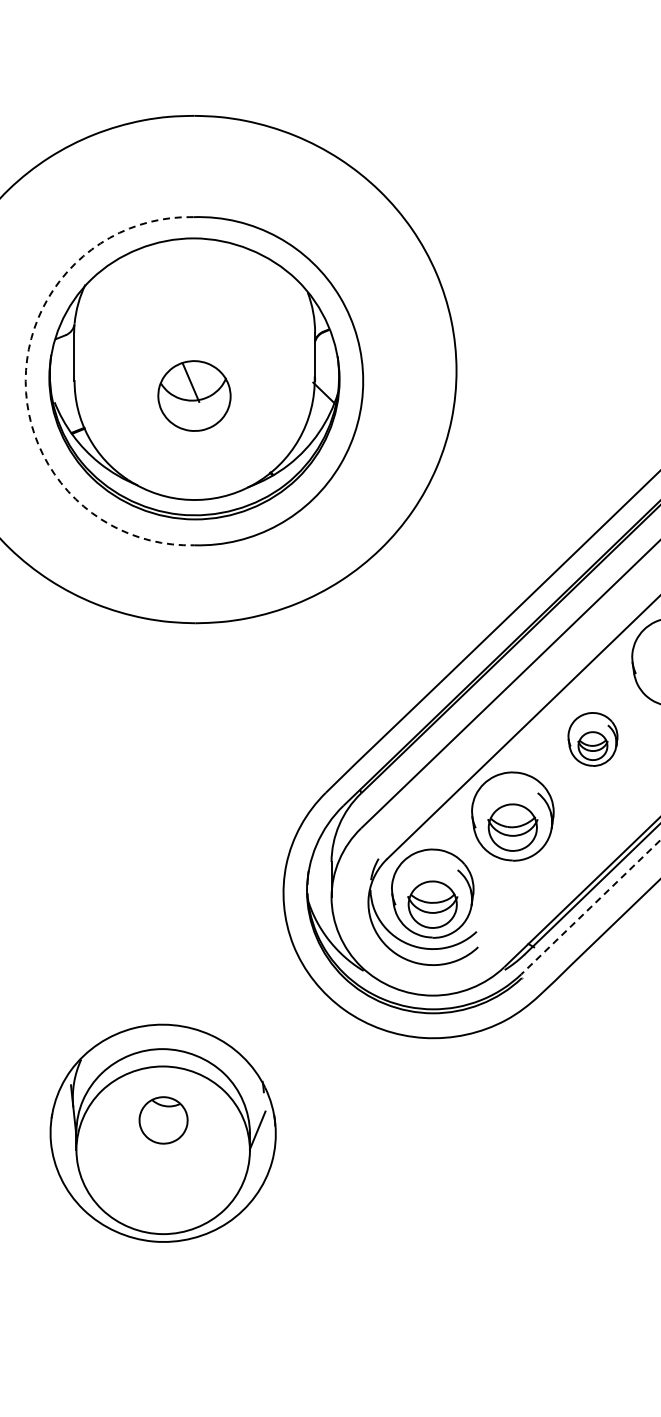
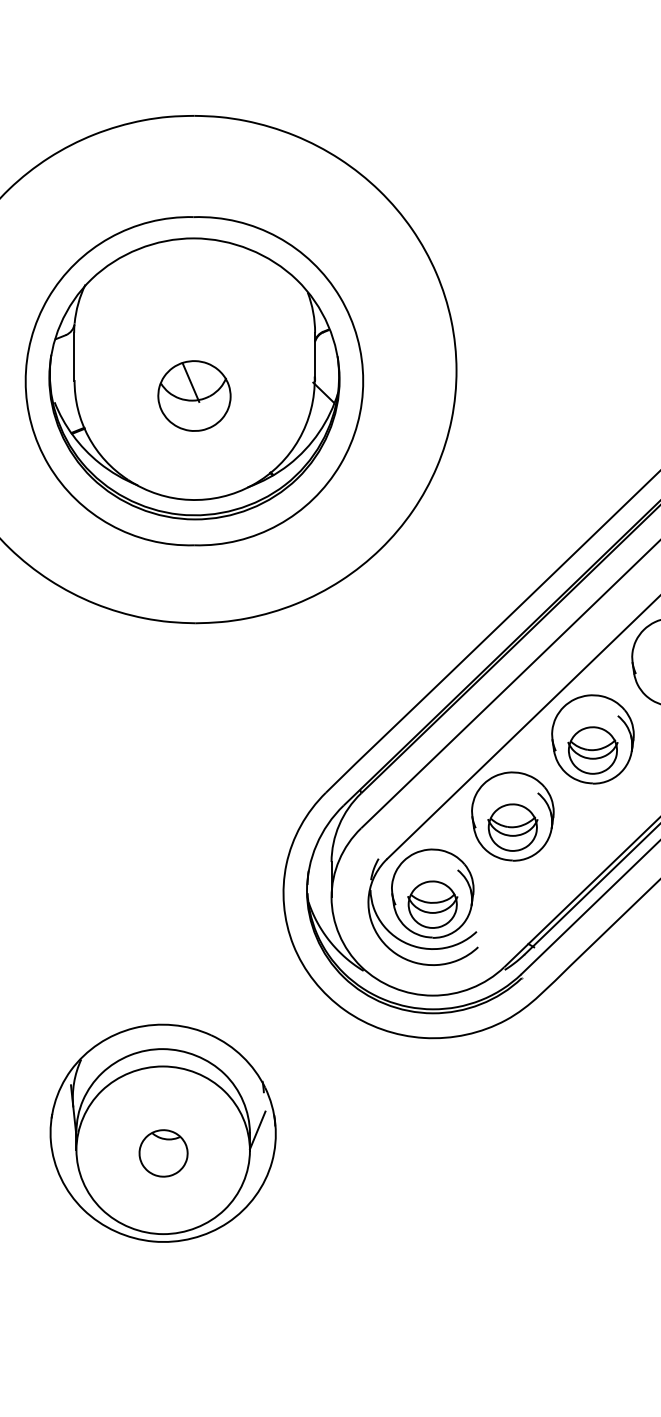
arc at (25, 381): dashed -> solid
part at (592, 739) size: 52x55 px -> 84x91 px
line at (591, 907): dashed -> solid
part at (163, 1120) position: (163, 1120) -> (163, 1153)
